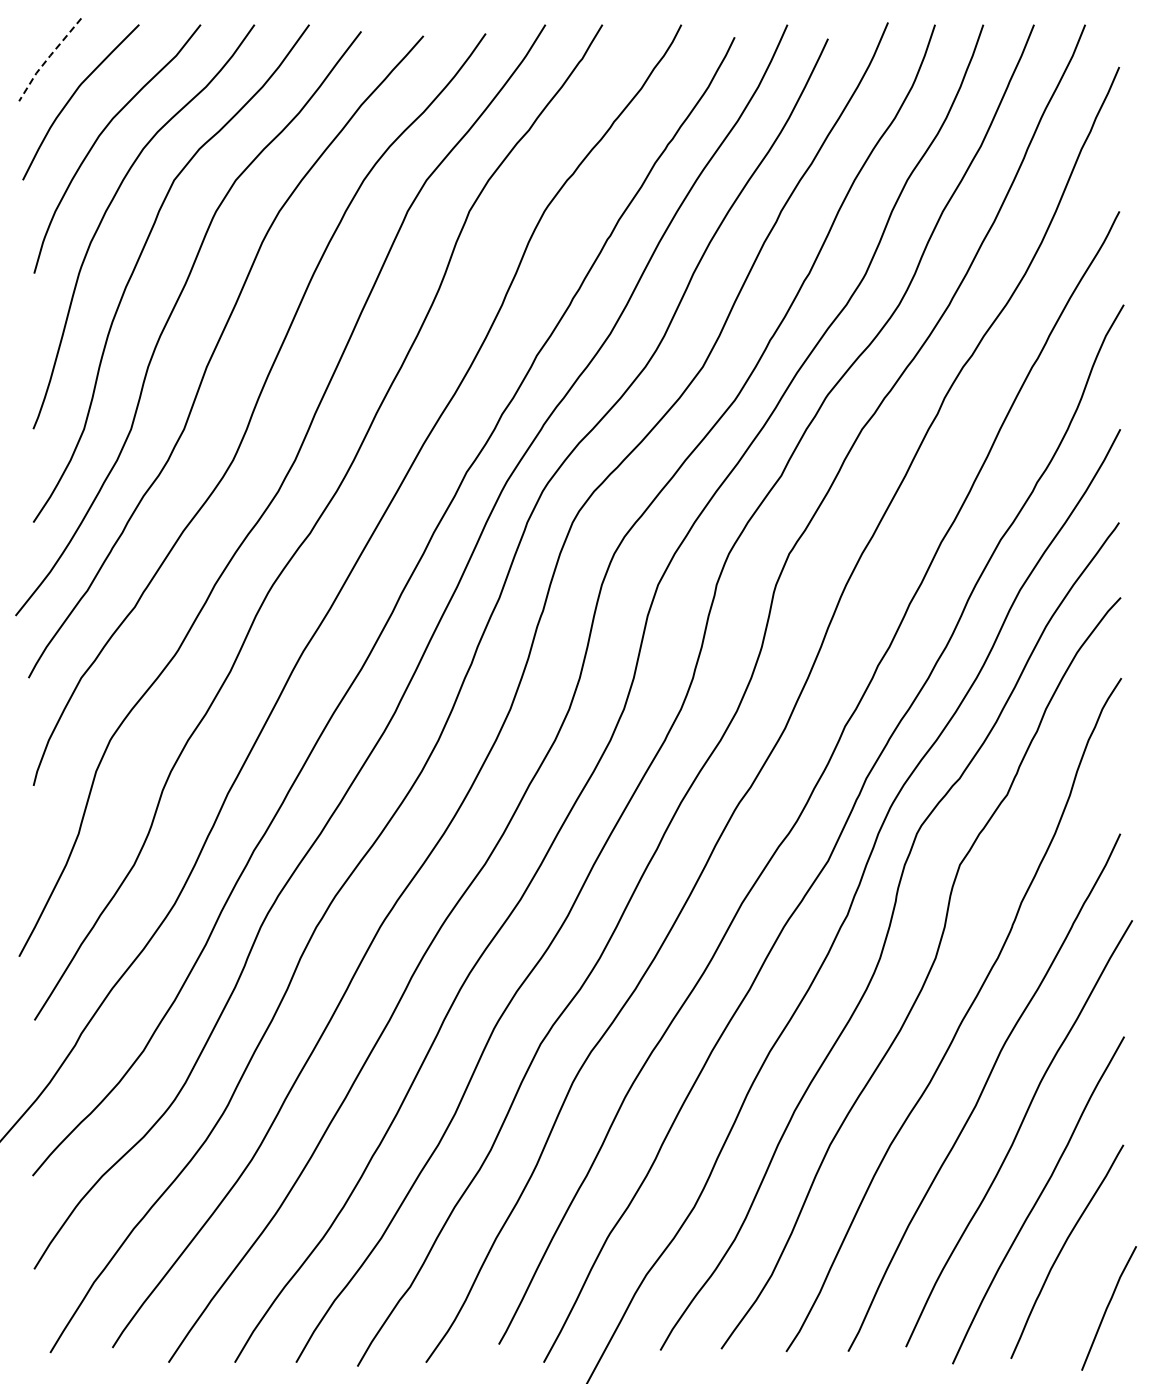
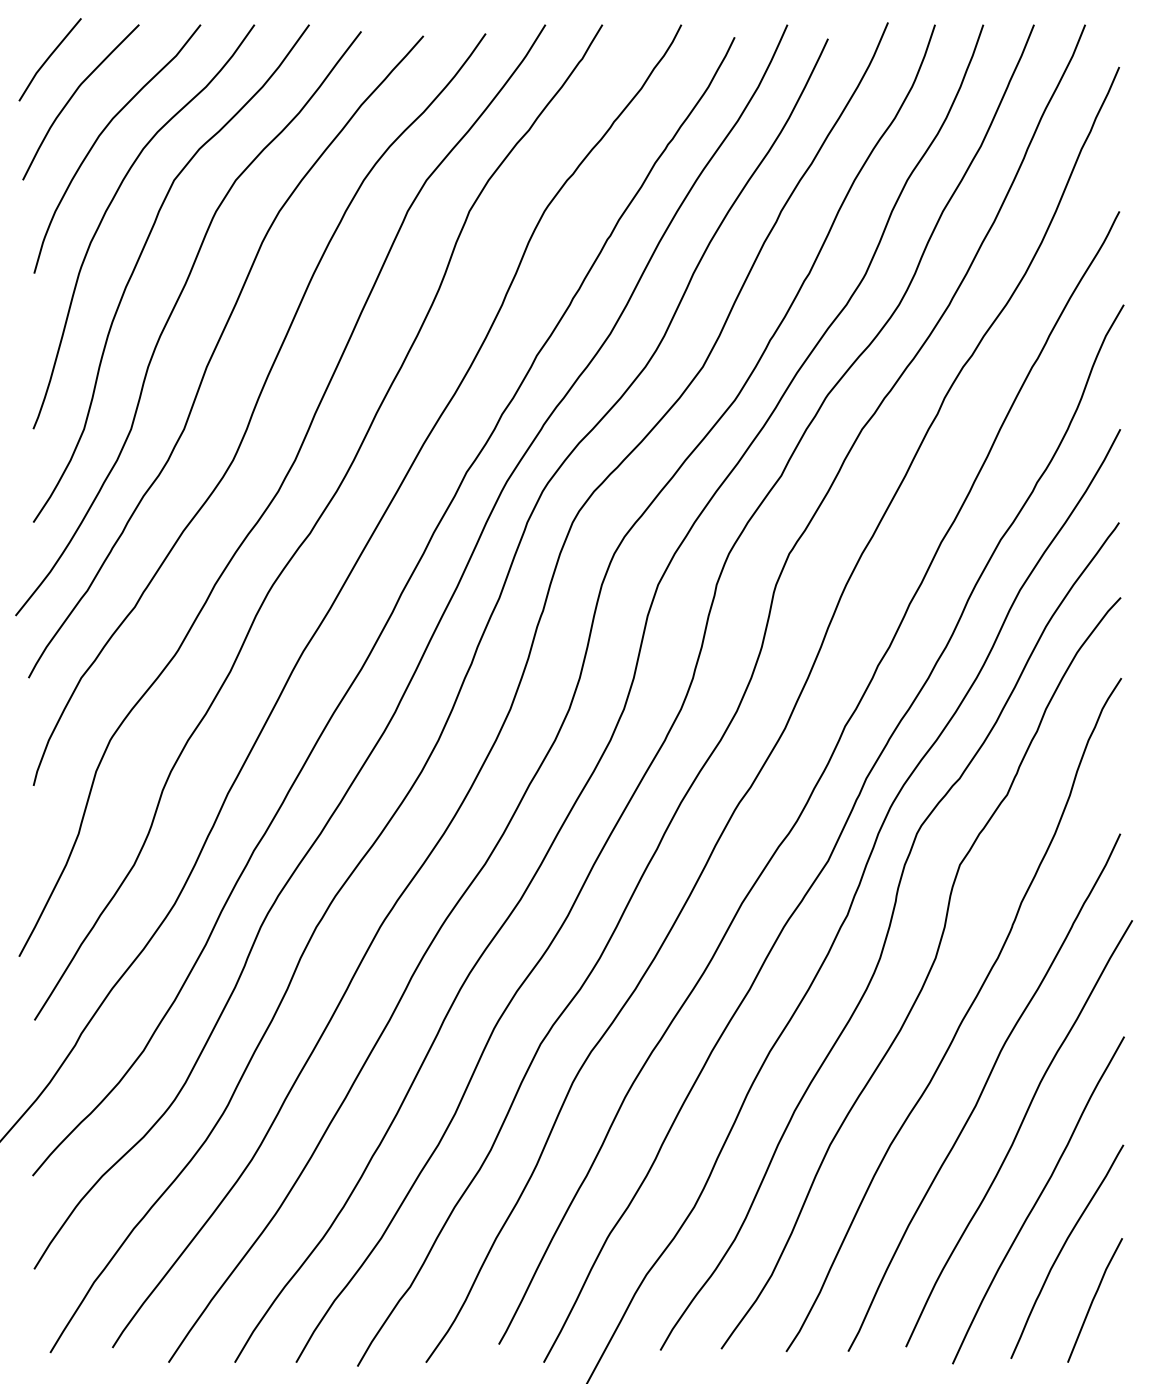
line at (47, 58): dashed -> solid
line at (1108, 1307) position: (1108, 1307) -> (1094, 1299)
